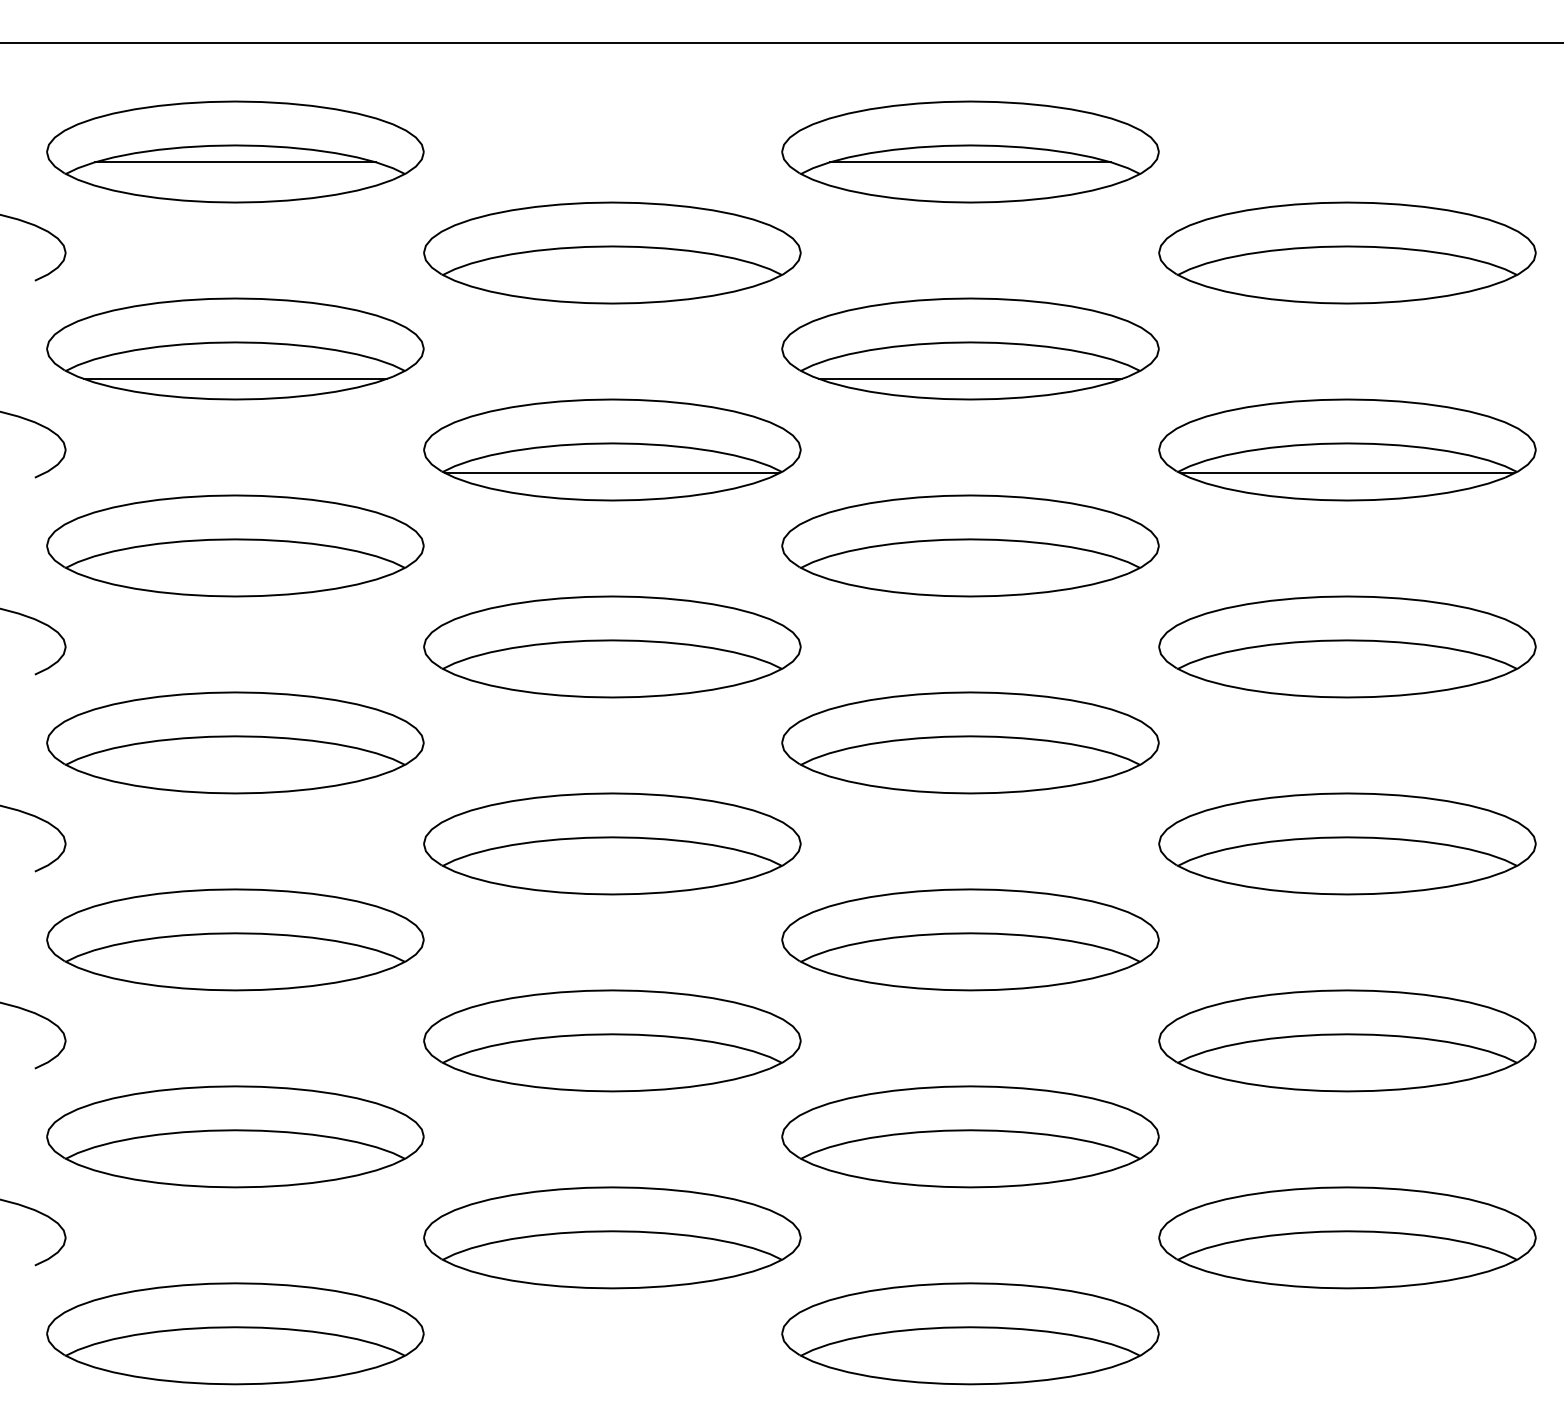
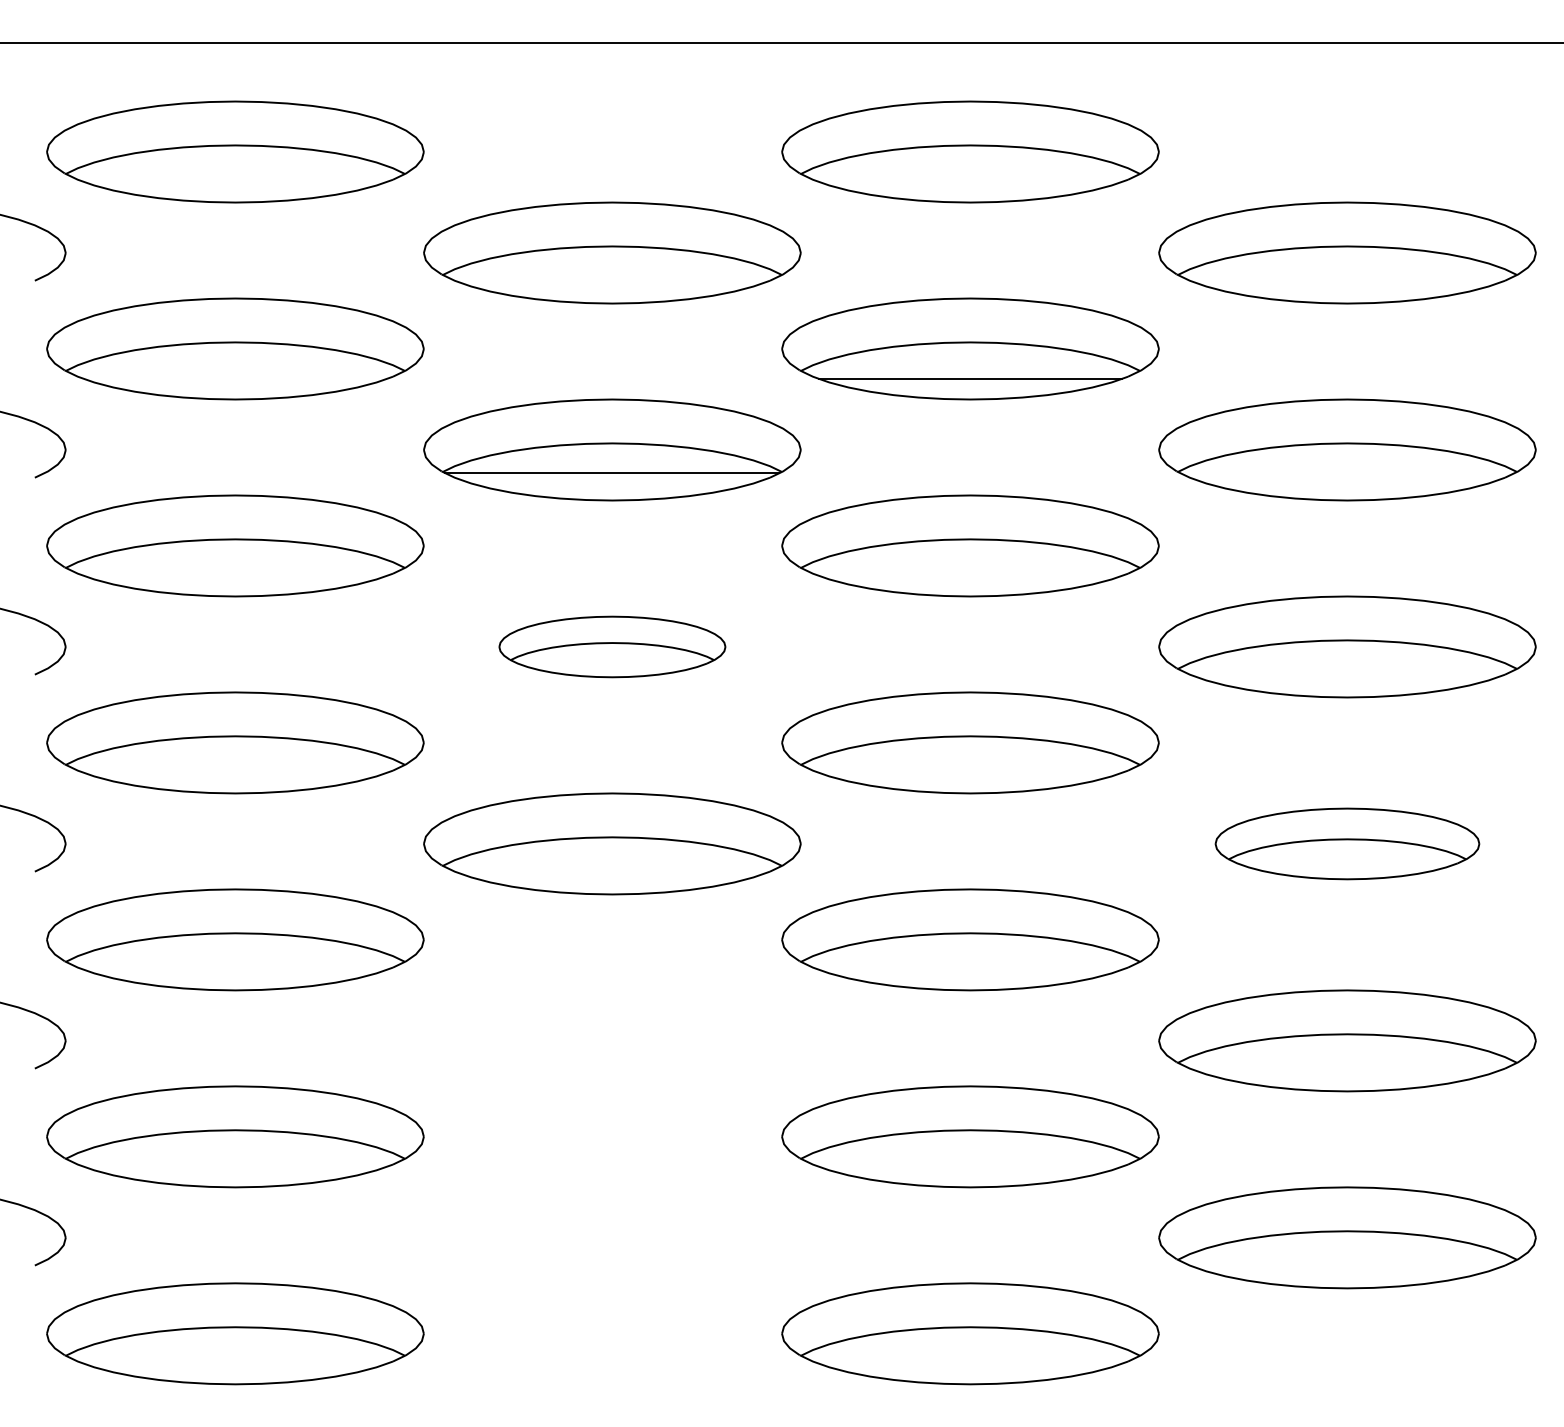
line at (235, 162): present -> none
line at (970, 162): present -> none
line at (235, 378): present -> none
line at (1347, 473): present -> none
part at (612, 646) size: 379x104 px -> 229x64 px
part at (1347, 843) size: 379x104 px -> 267x74 px
part at (612, 1040): present -> none
part at (612, 1237): present -> none
